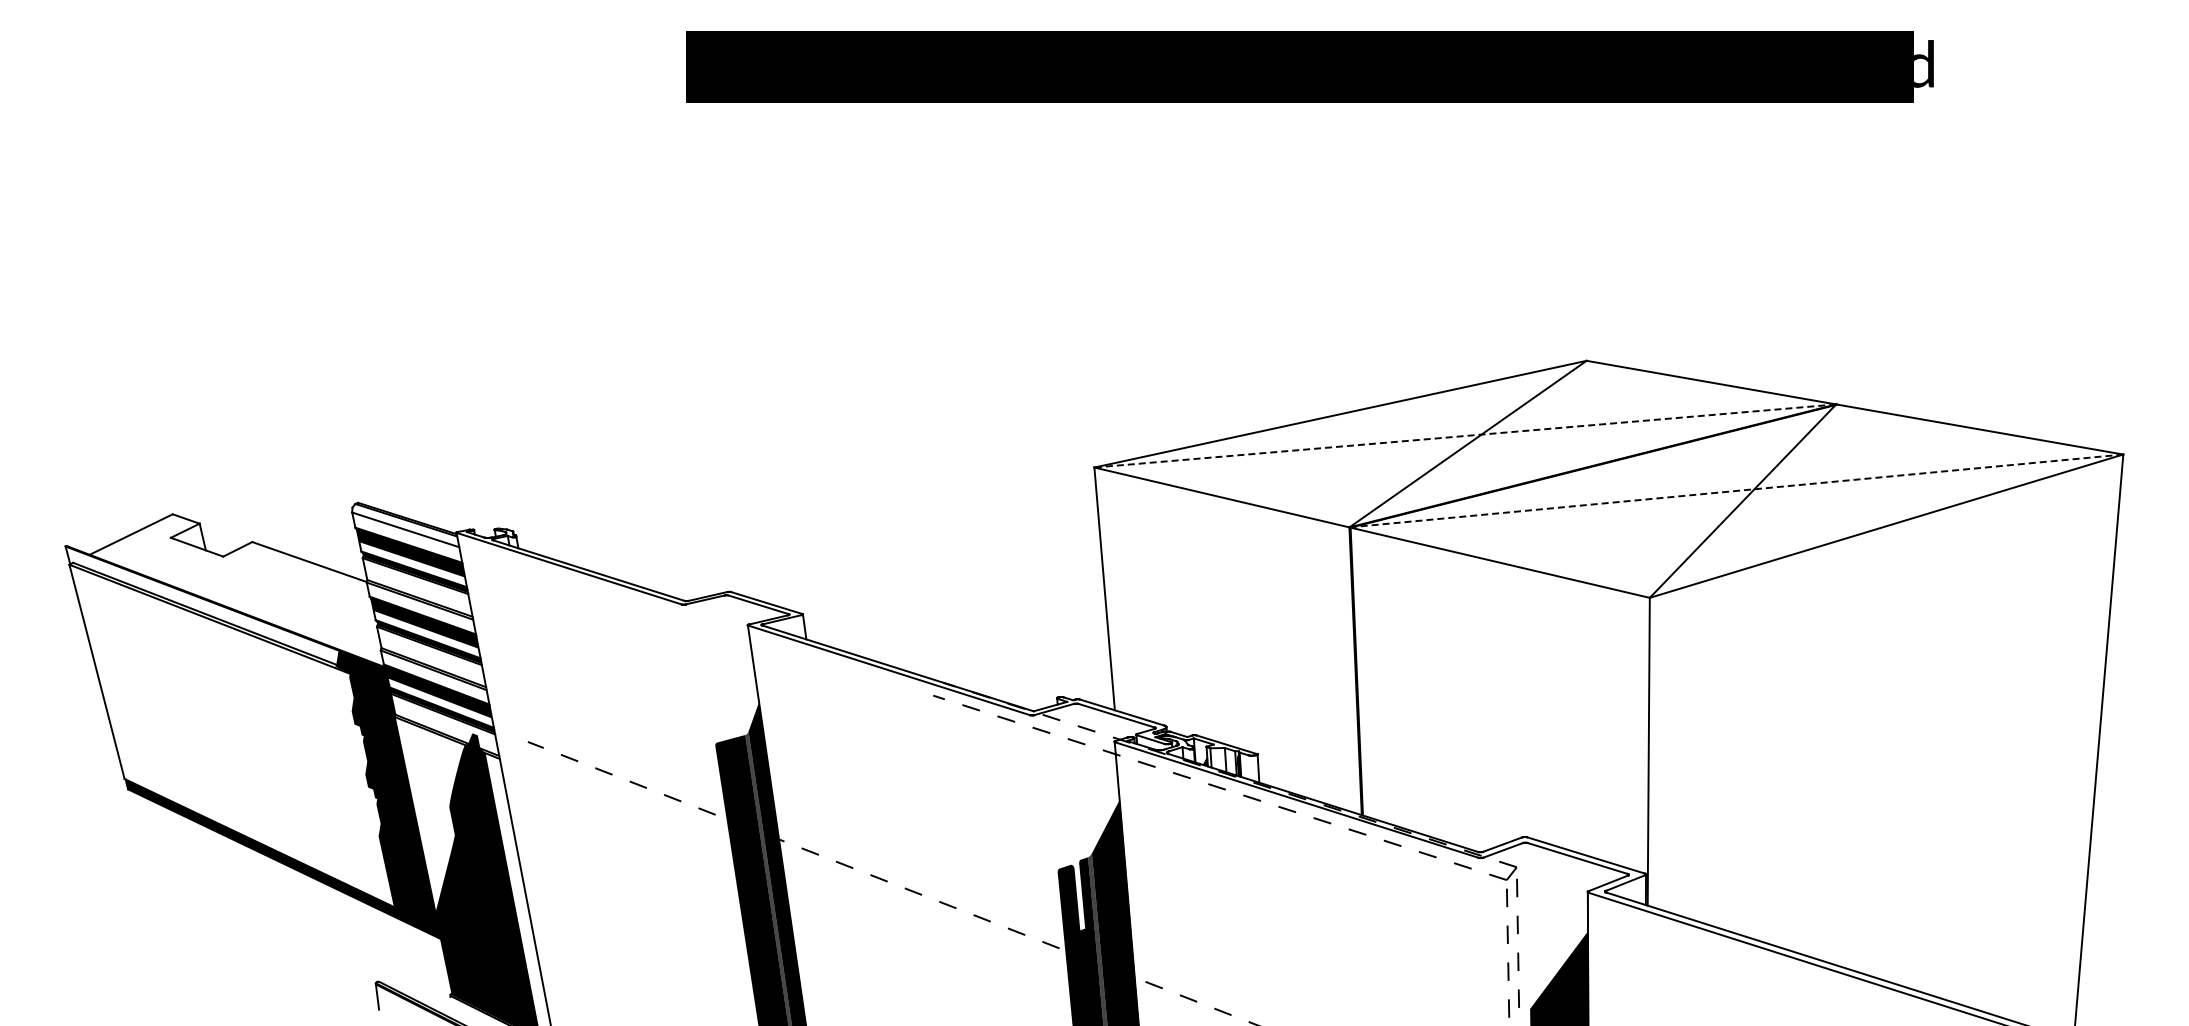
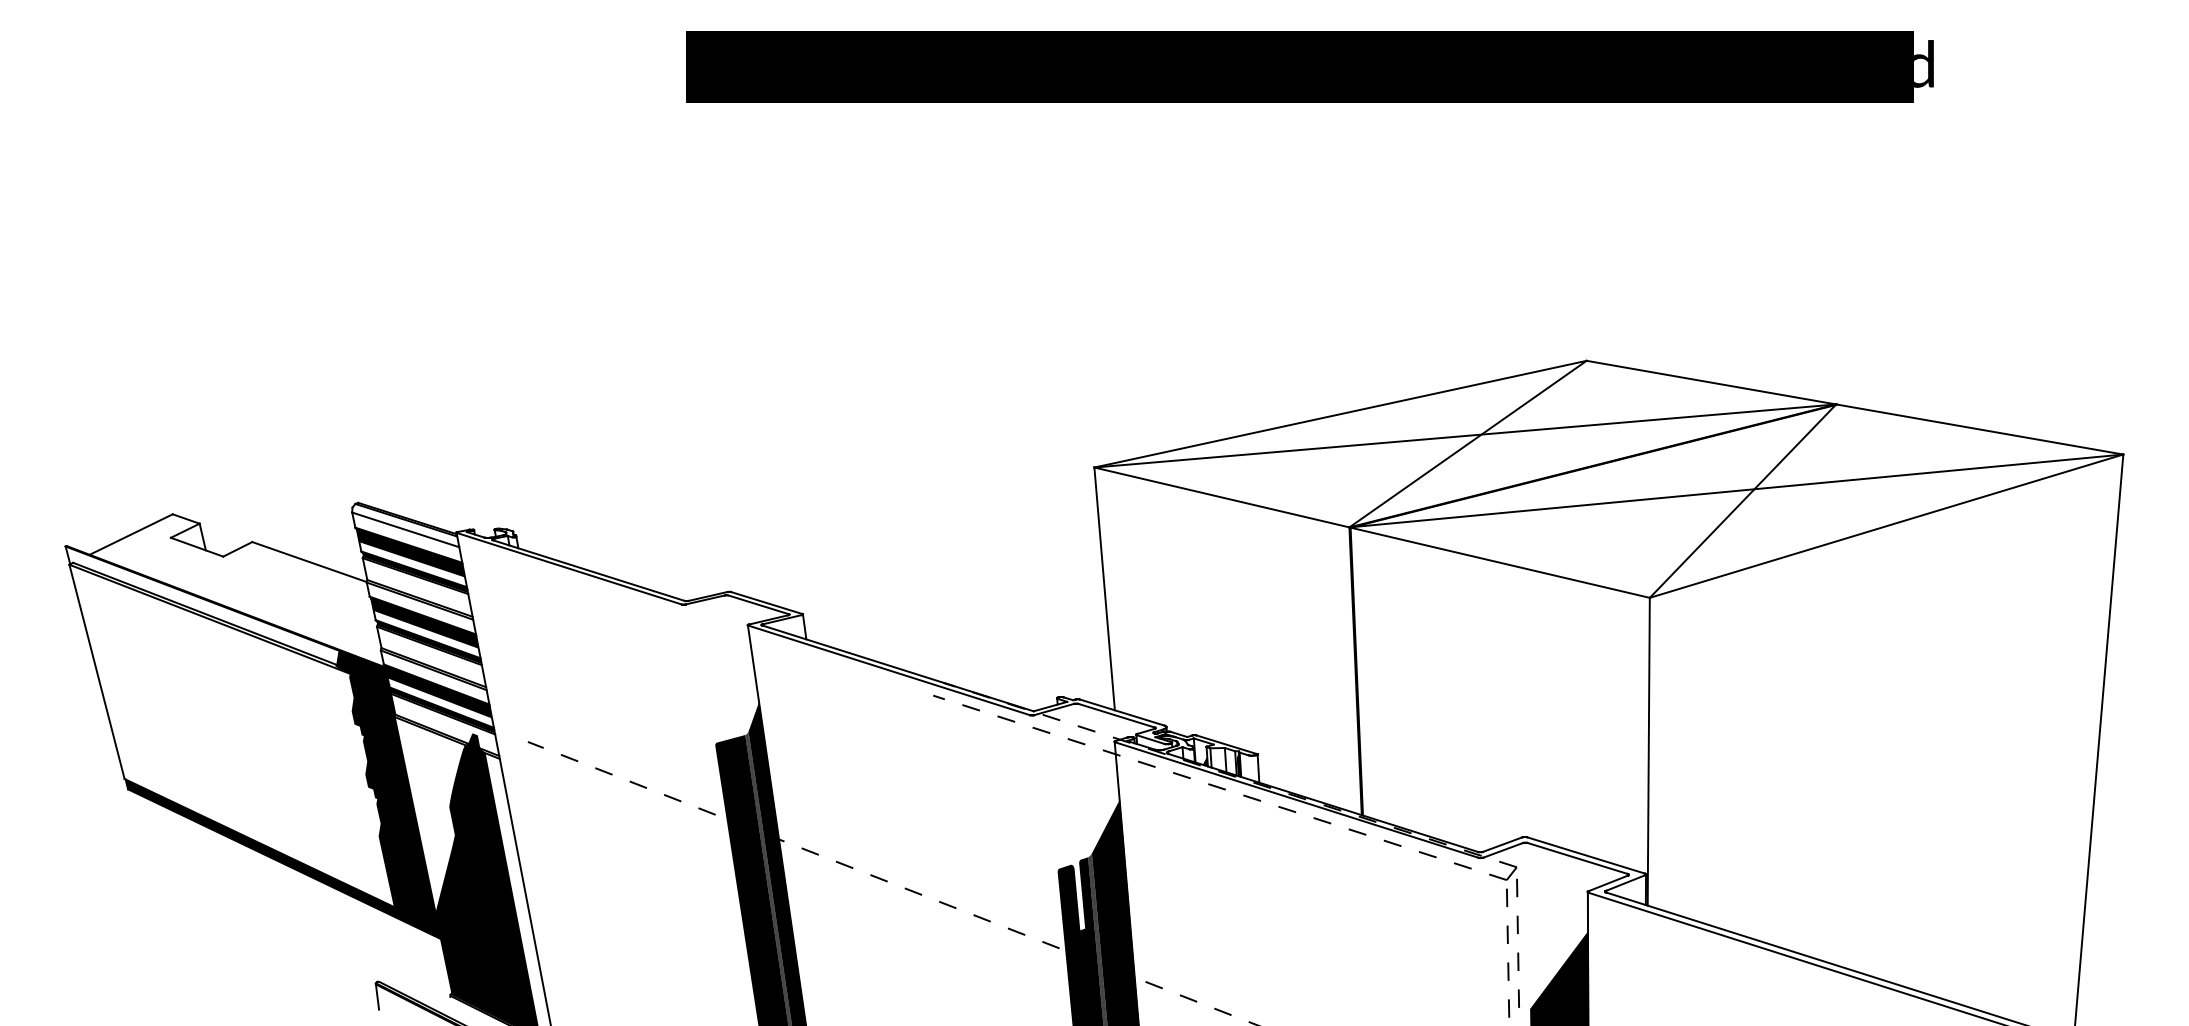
line at (1464, 436): dashed -> solid
line at (1736, 490): dashed -> solid
